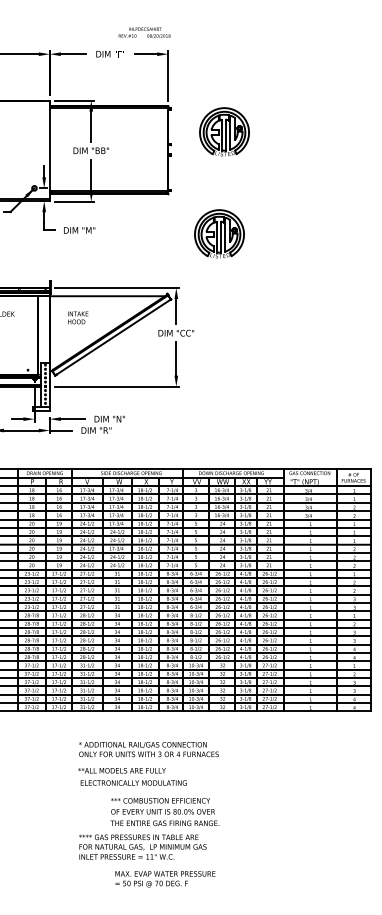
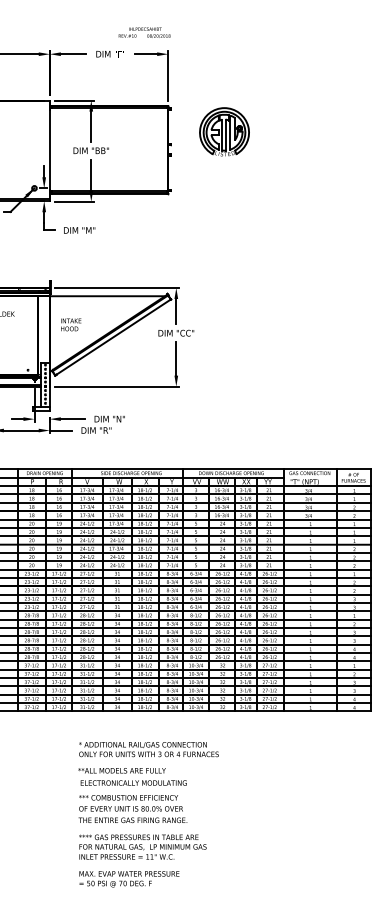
part at (219, 233): present -> none
text at (78, 317) position: (78, 317) -> (71, 324)
text at (164, 812) position: (164, 812) -> (132, 809)
text at (165, 879) position: (165, 879) -> (129, 879)
